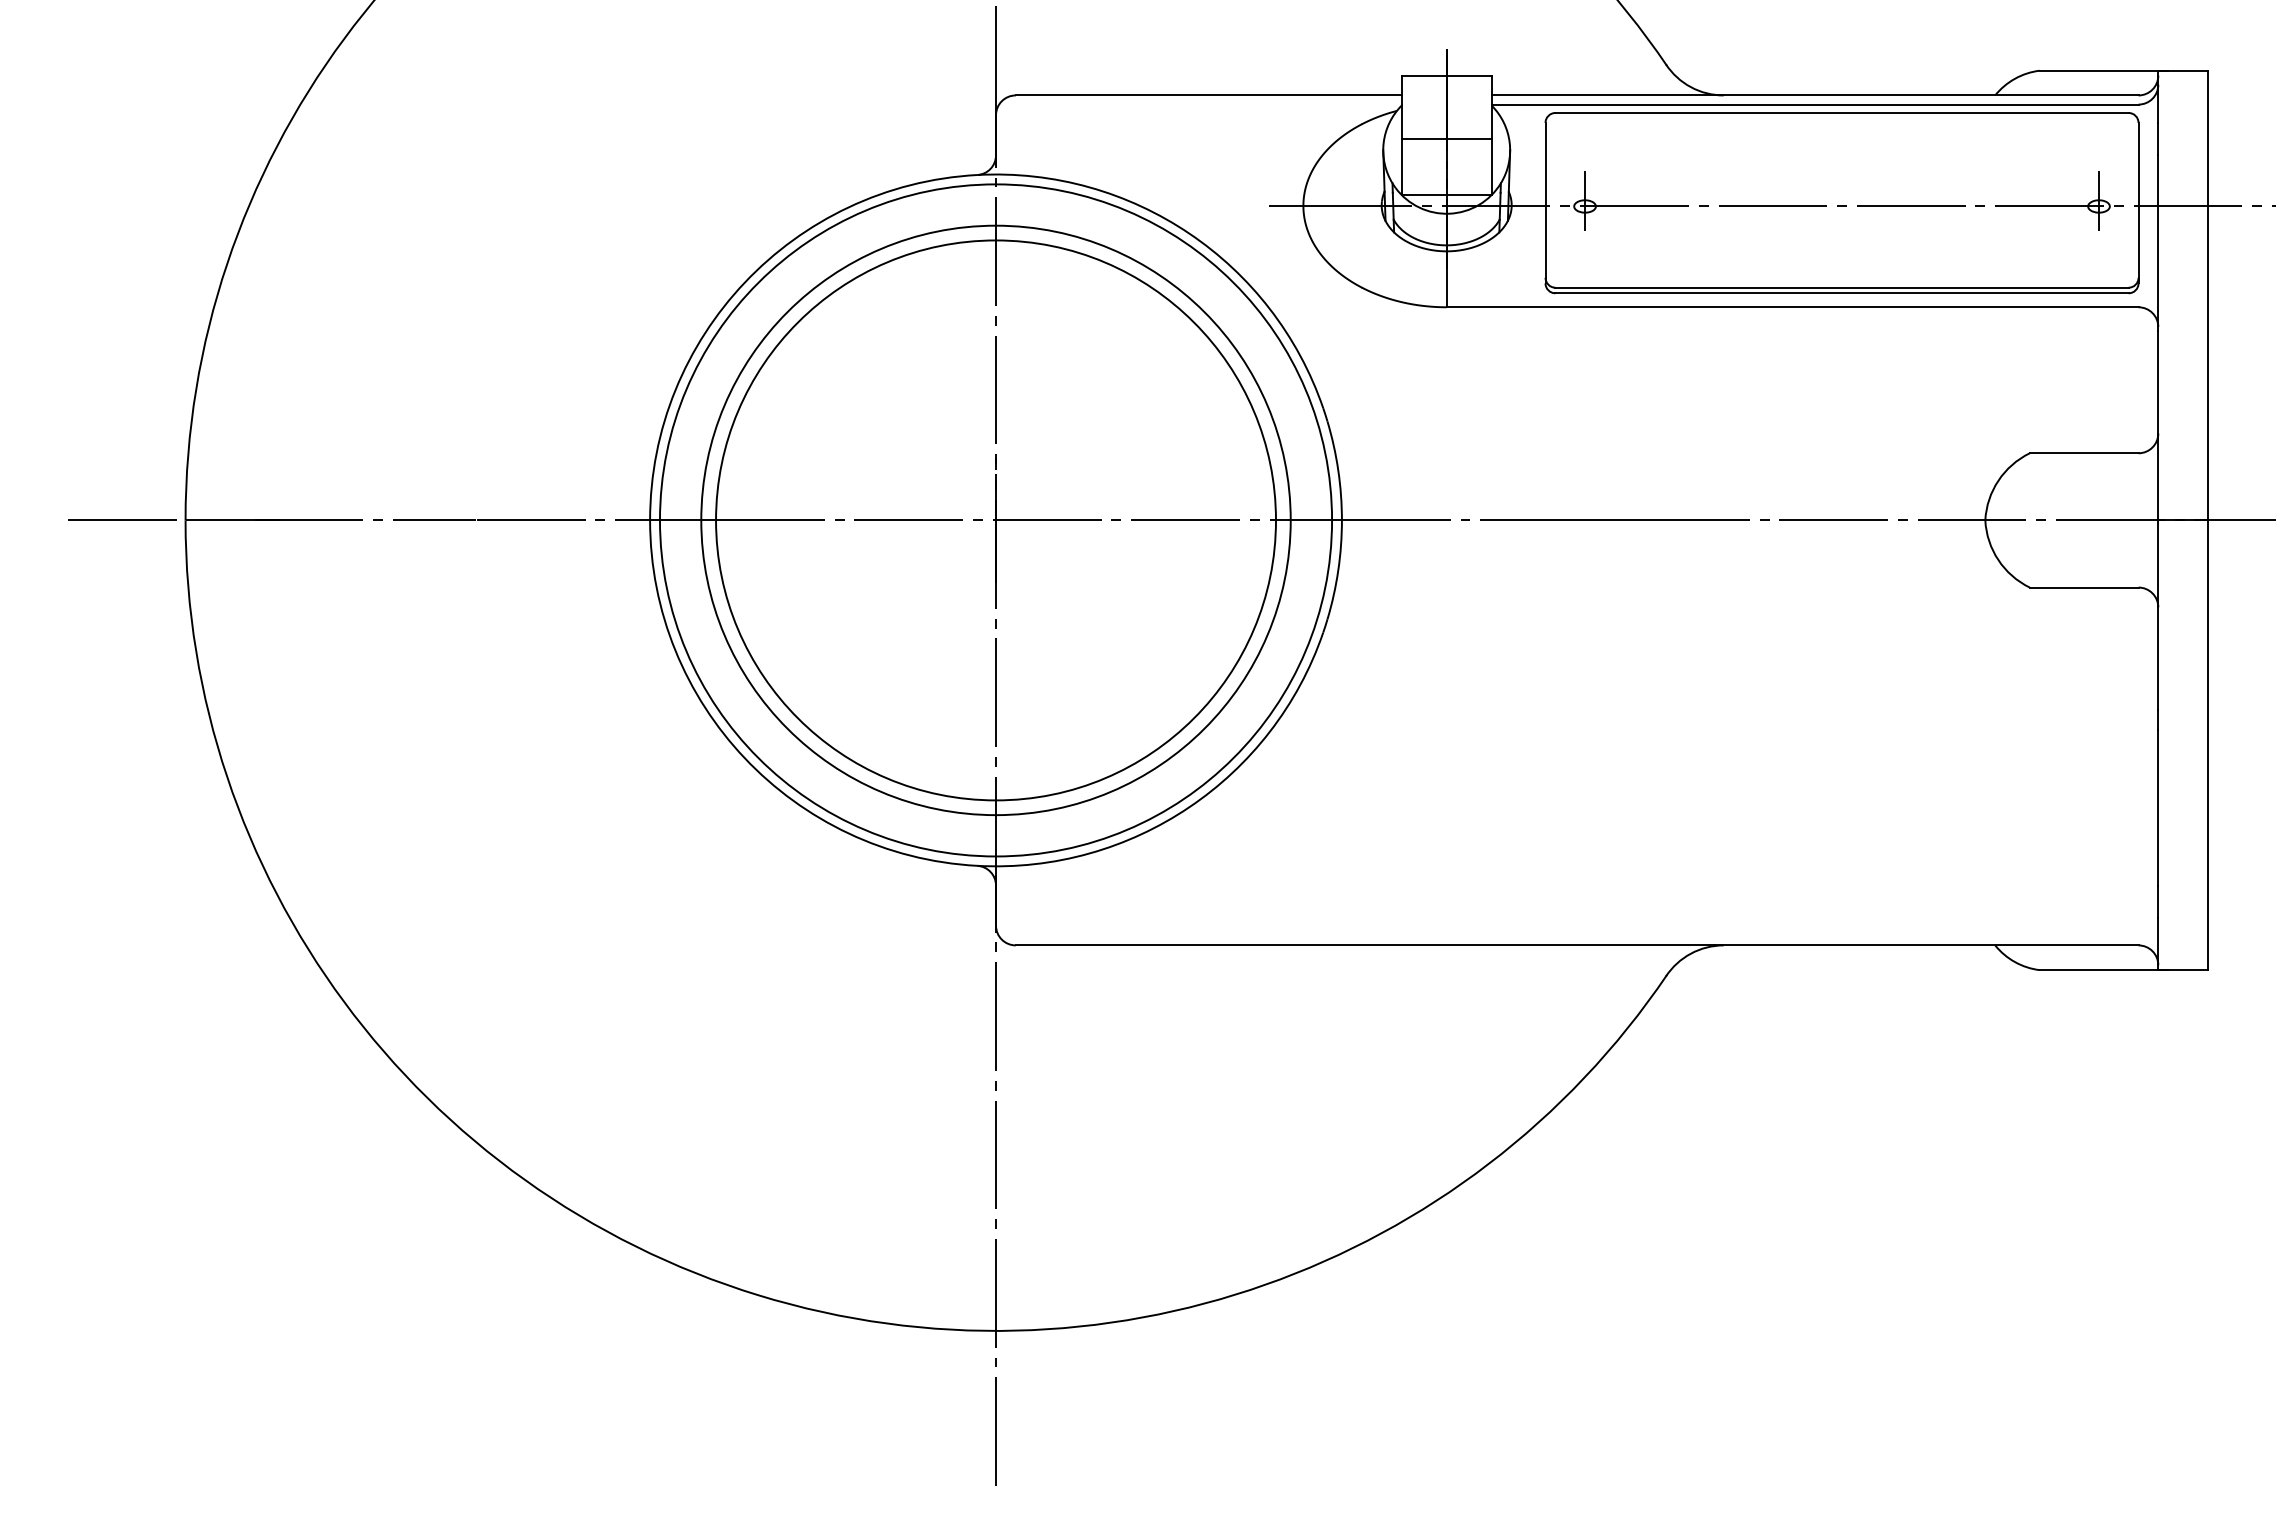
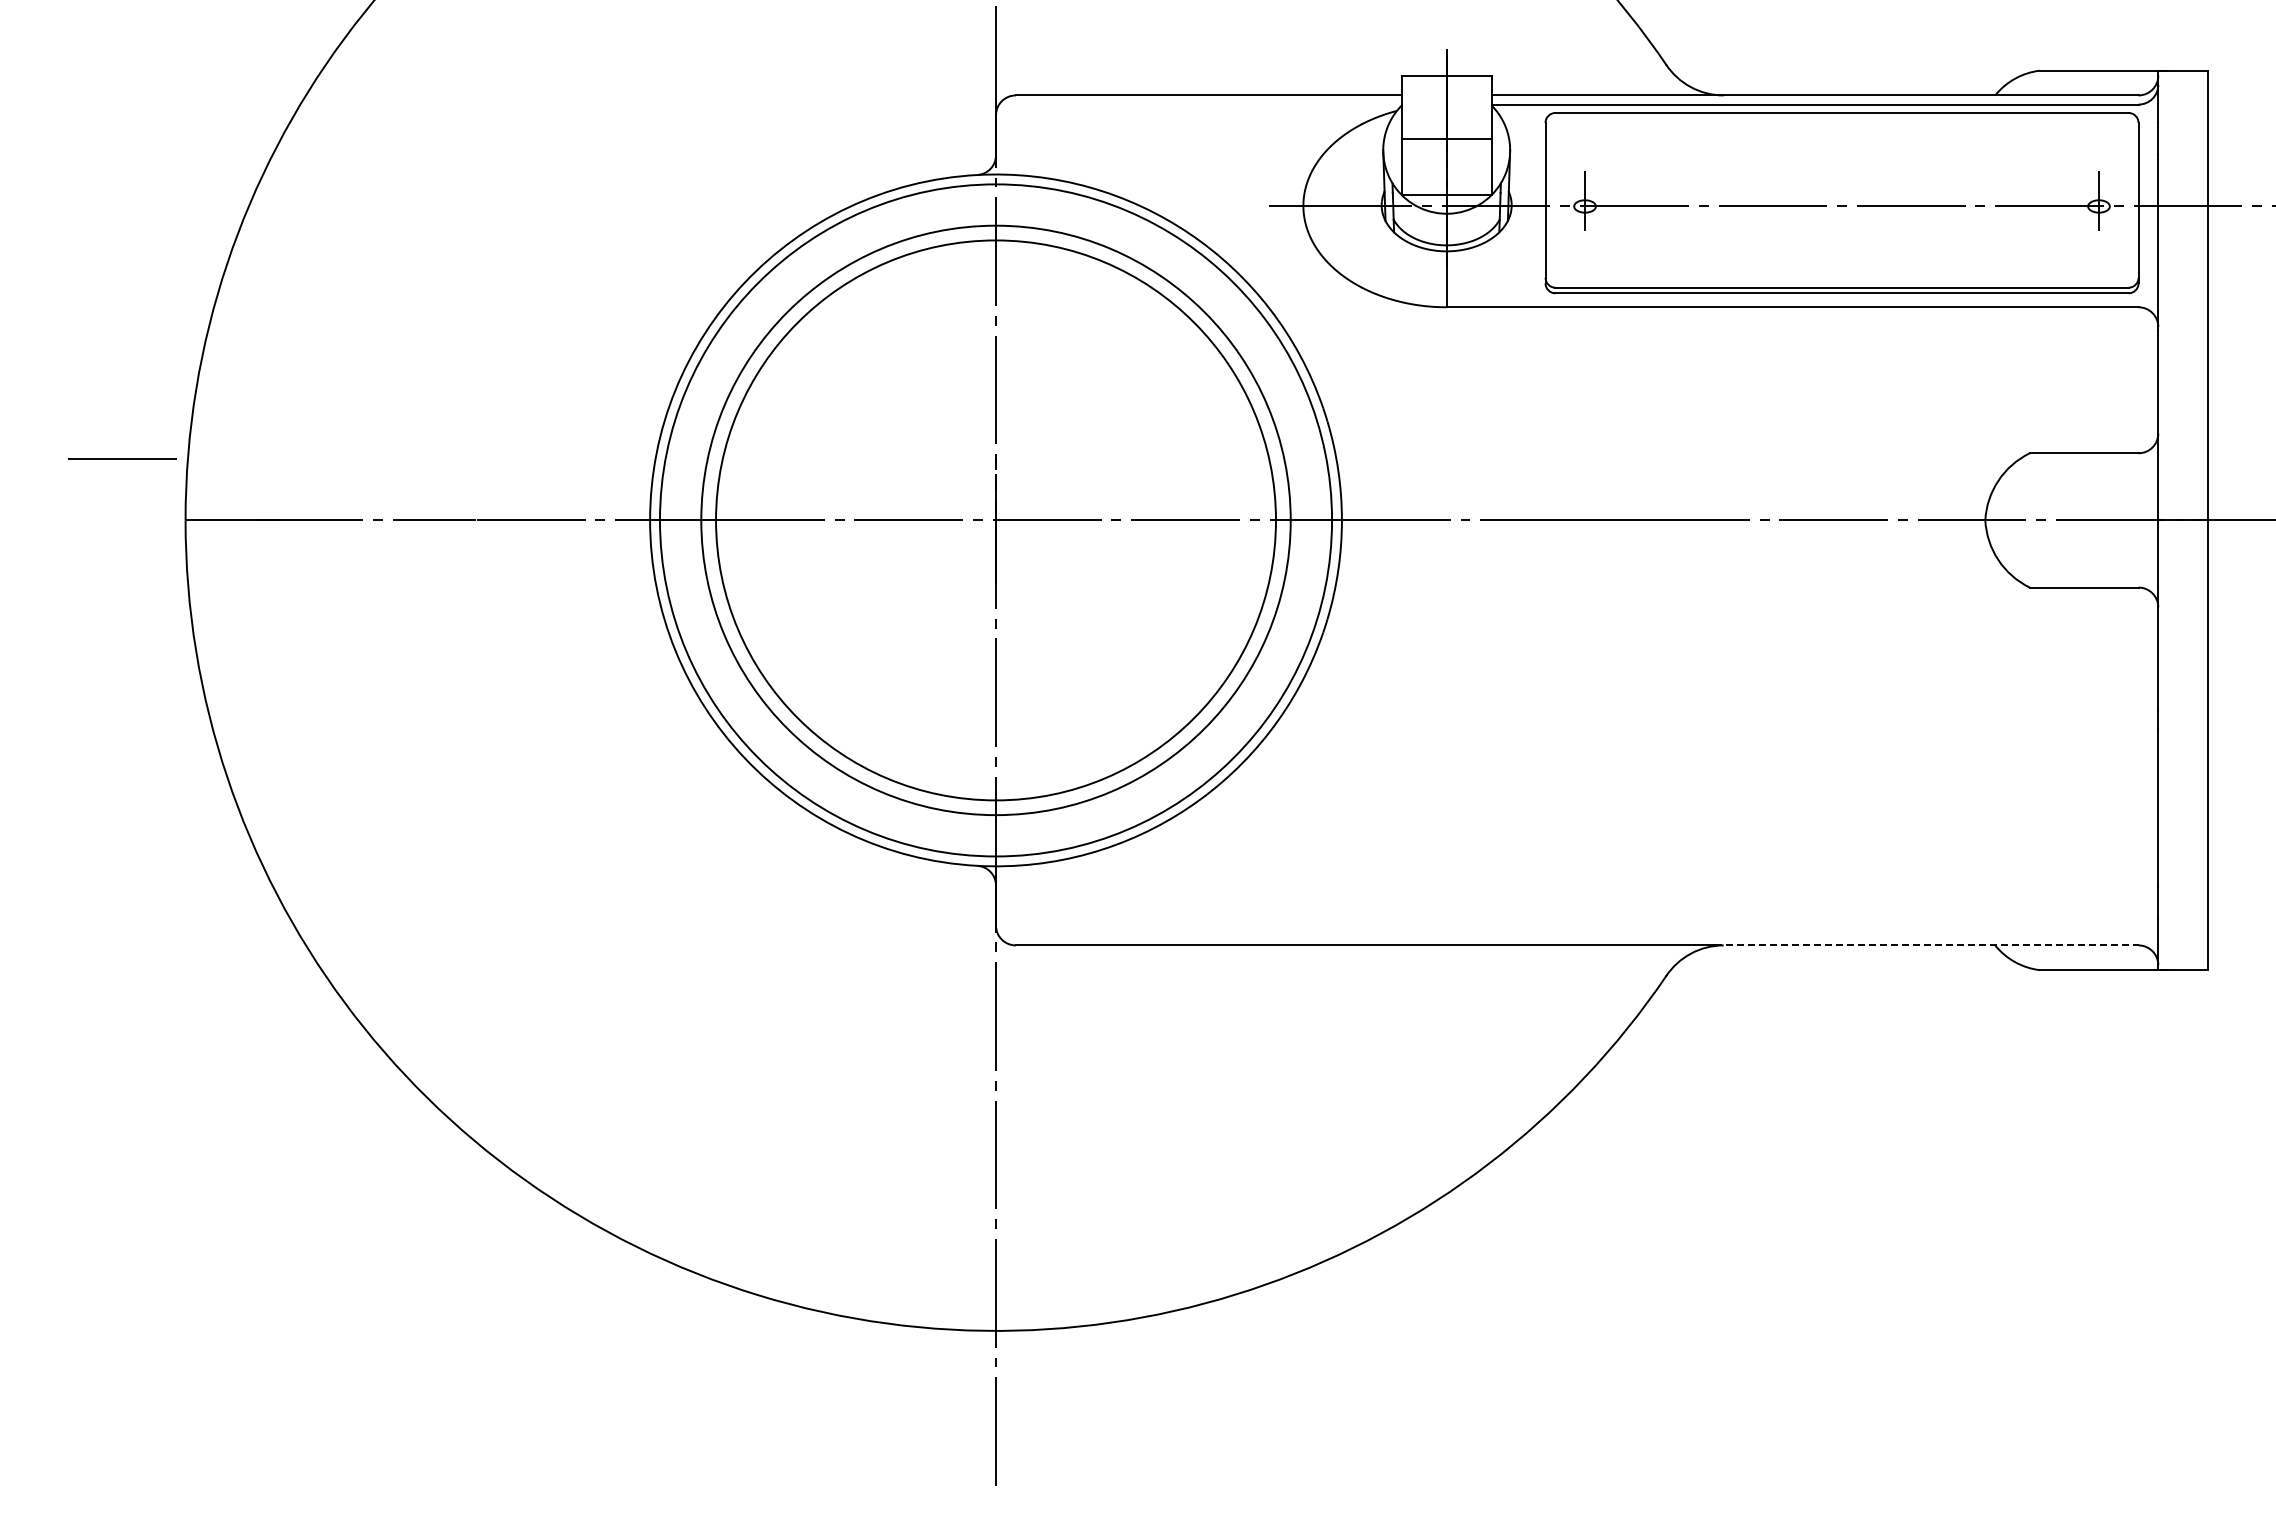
line at (122, 519) position: (122, 519) -> (122, 458)
line at (1926, 945): solid -> dashed
